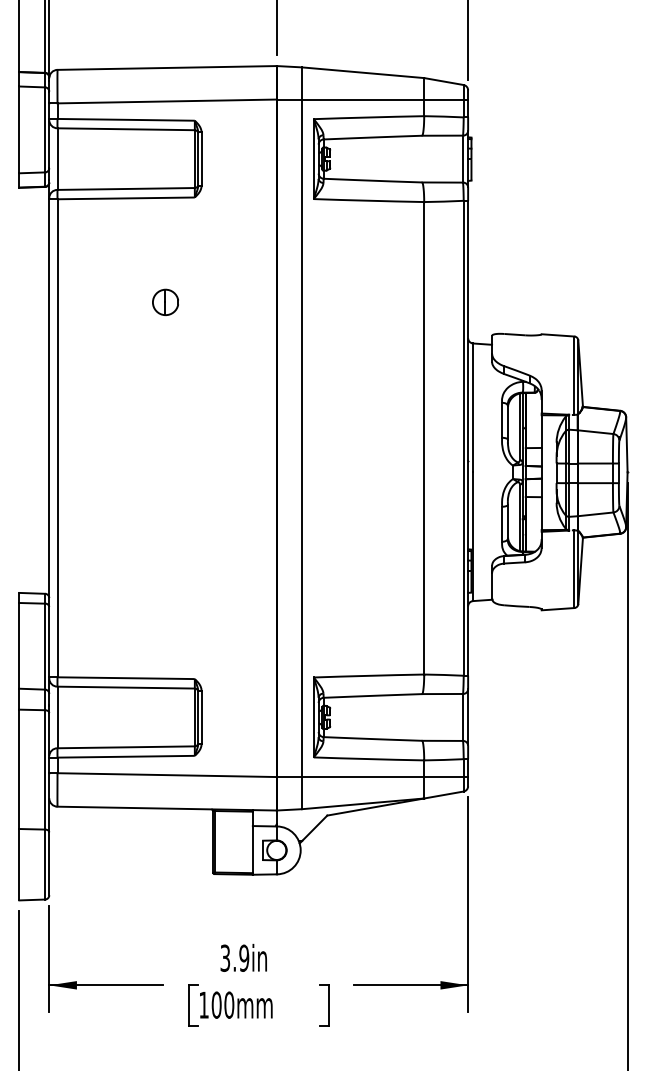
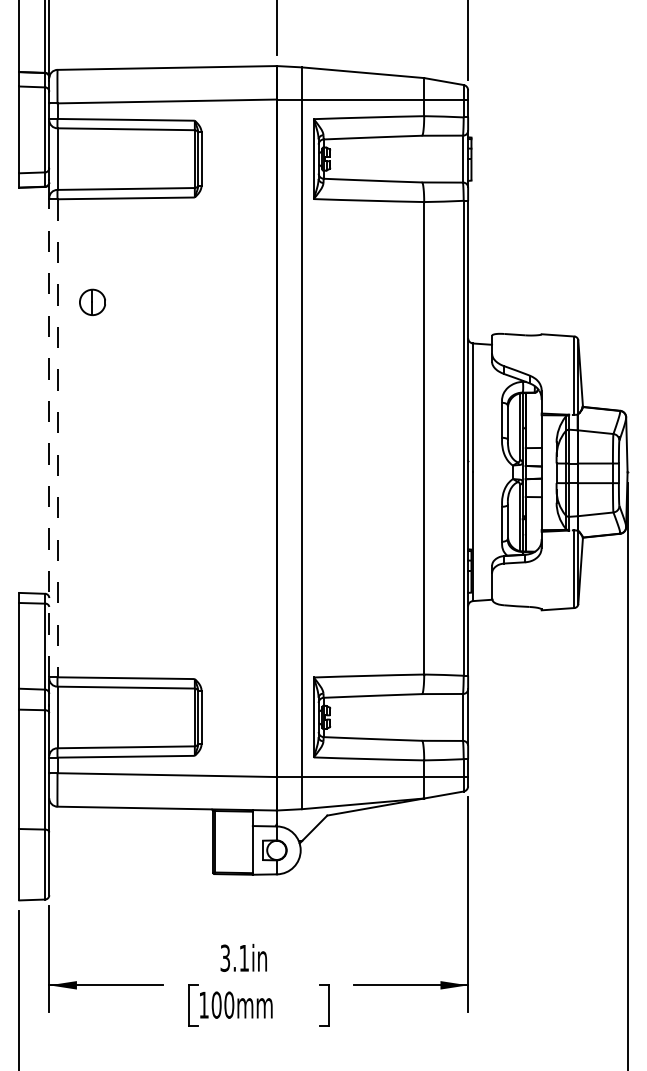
part at (165, 301) position: (165, 301) -> (92, 301)
line at (49, 437): solid -> dashed
line at (57, 438): solid -> dashed
text at (244, 957): 3.9in -> 3.1in
